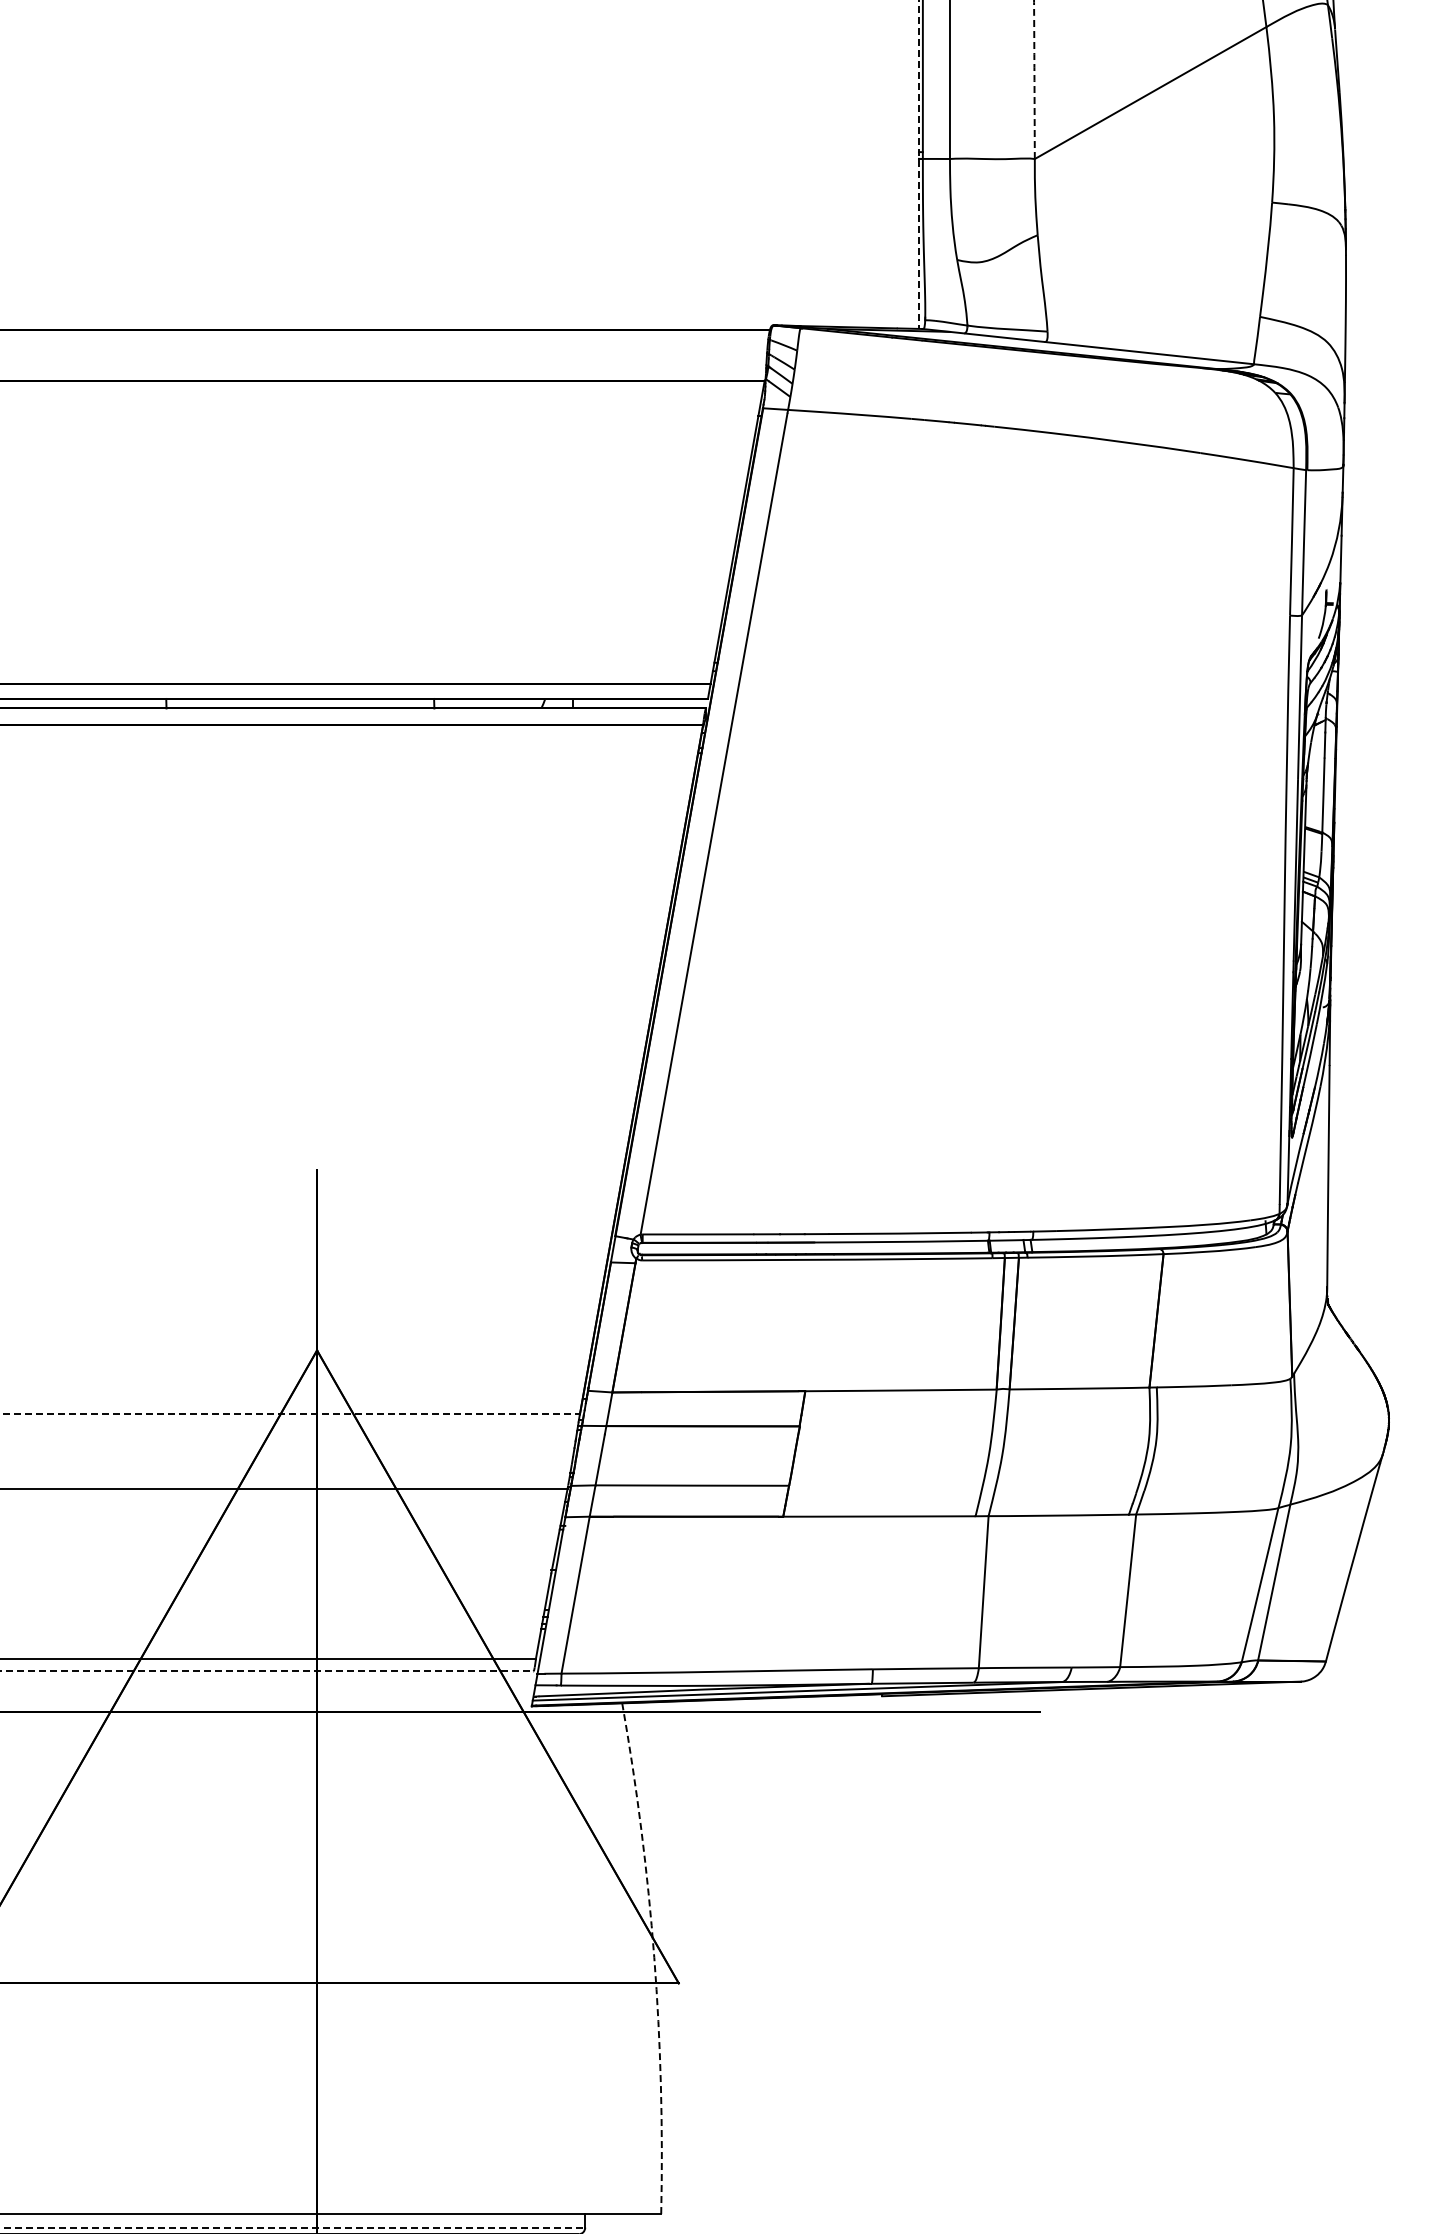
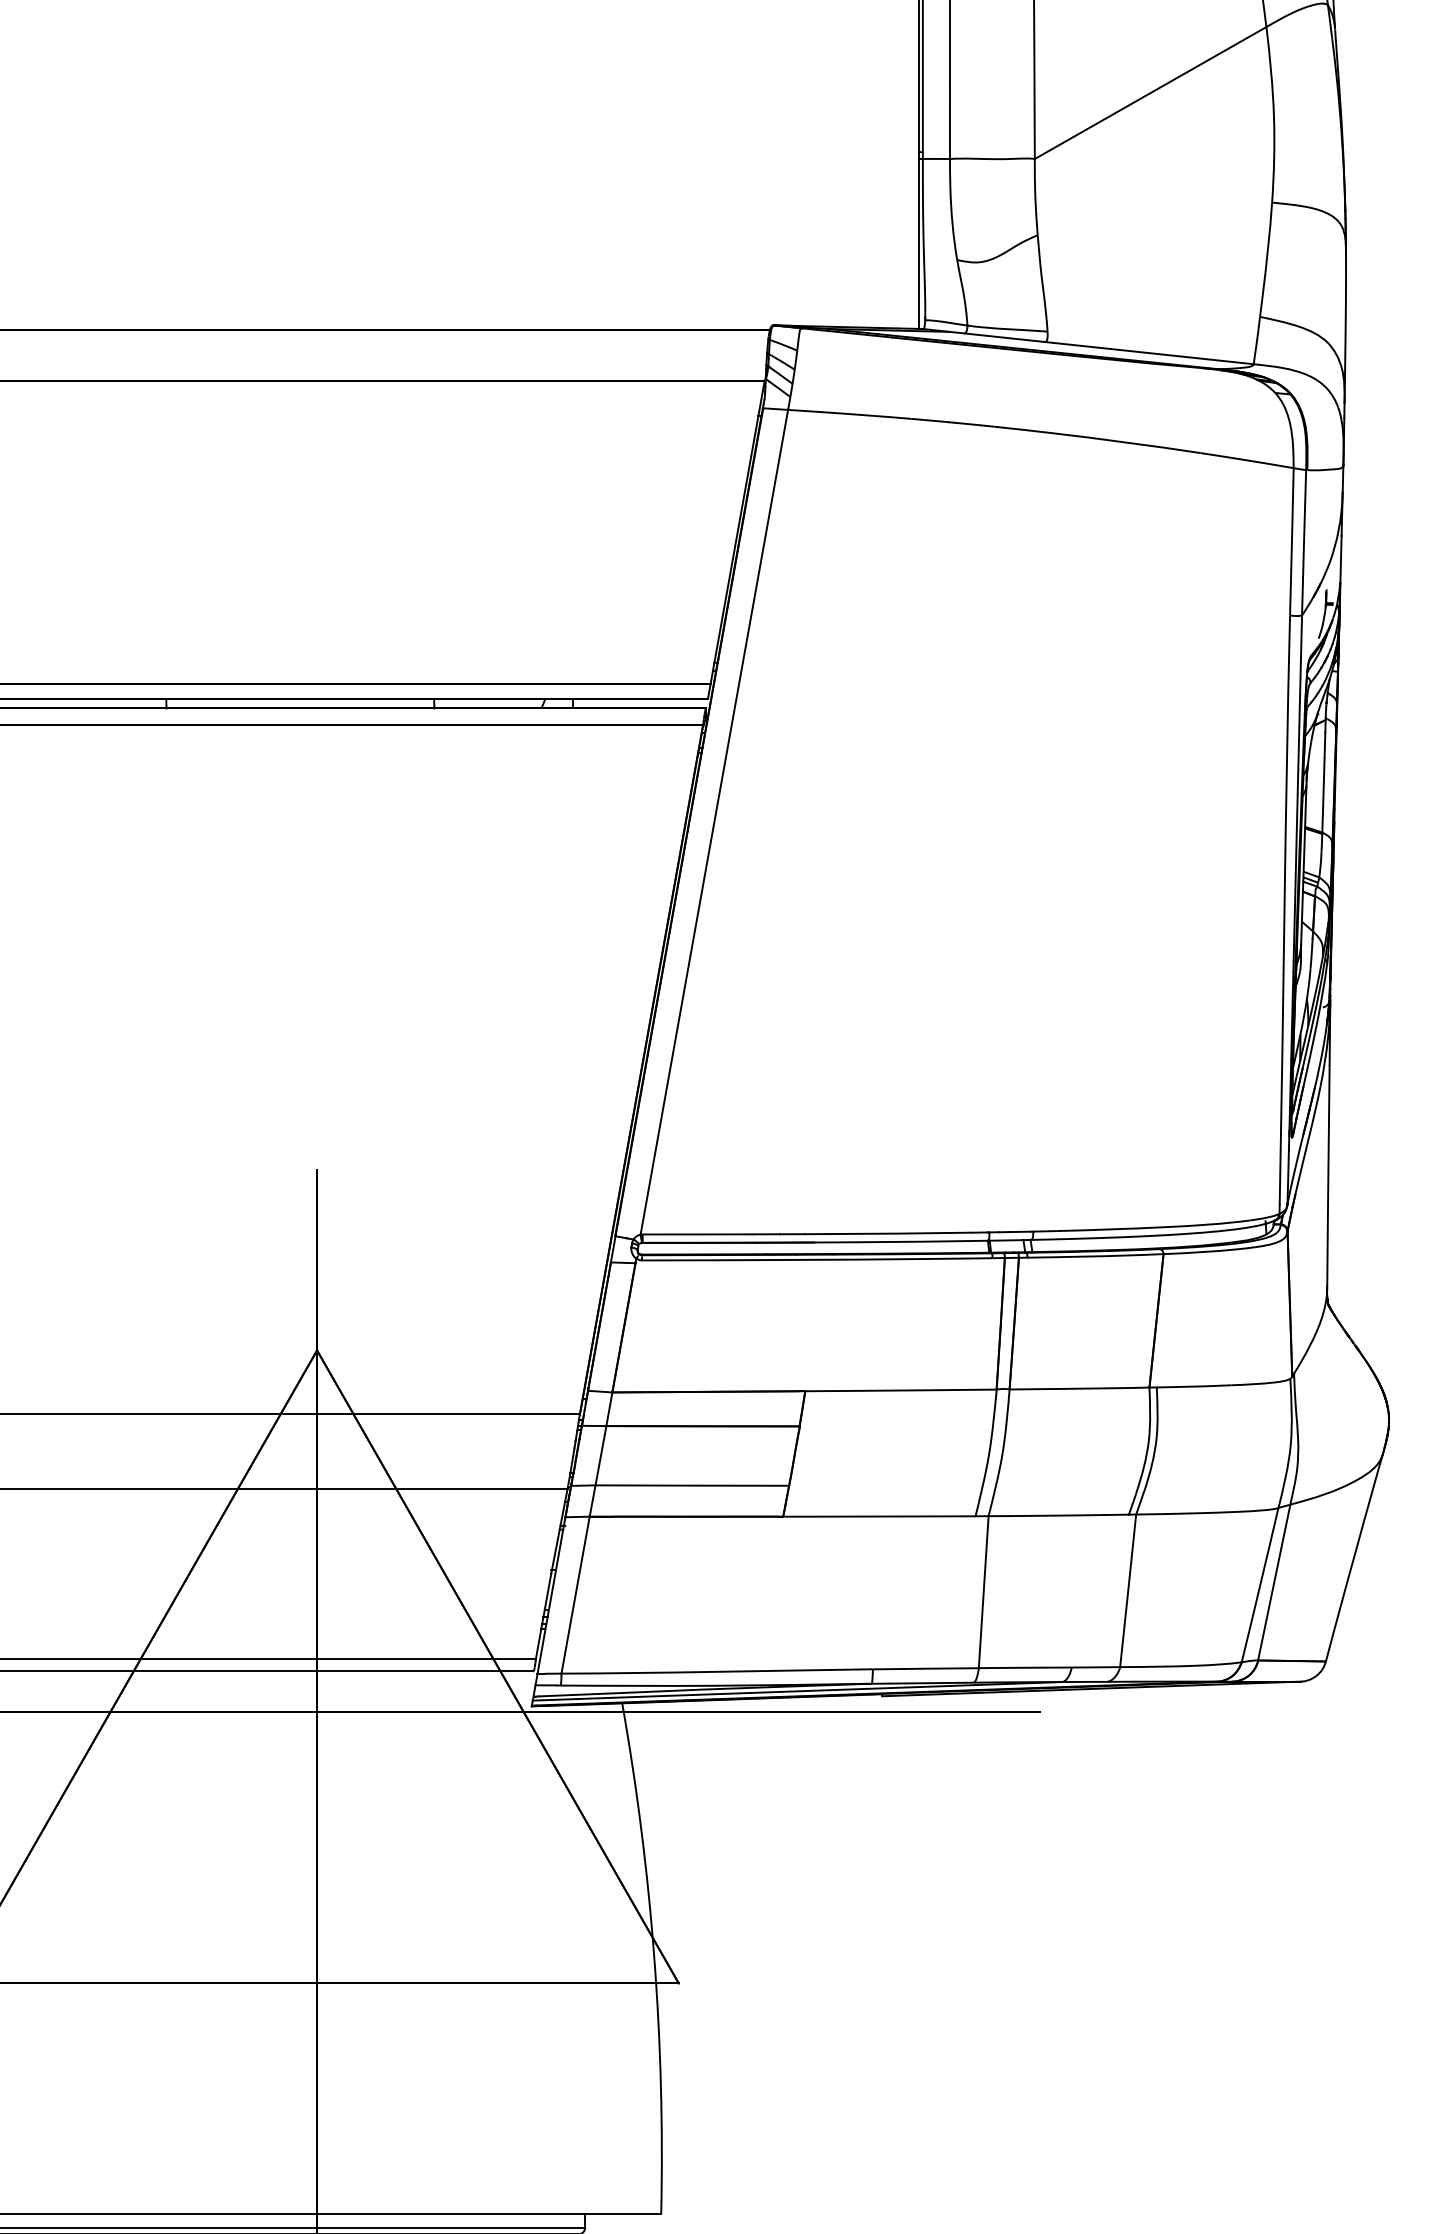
arc at (1034, 79): dashed -> solid
line at (918, 165): dashed -> solid
line at (290, 1414): dashed -> solid
line at (267, 1671): dashed -> solid
arc at (654, 1957): dashed -> solid
line at (293, 2227): dashed -> solid
